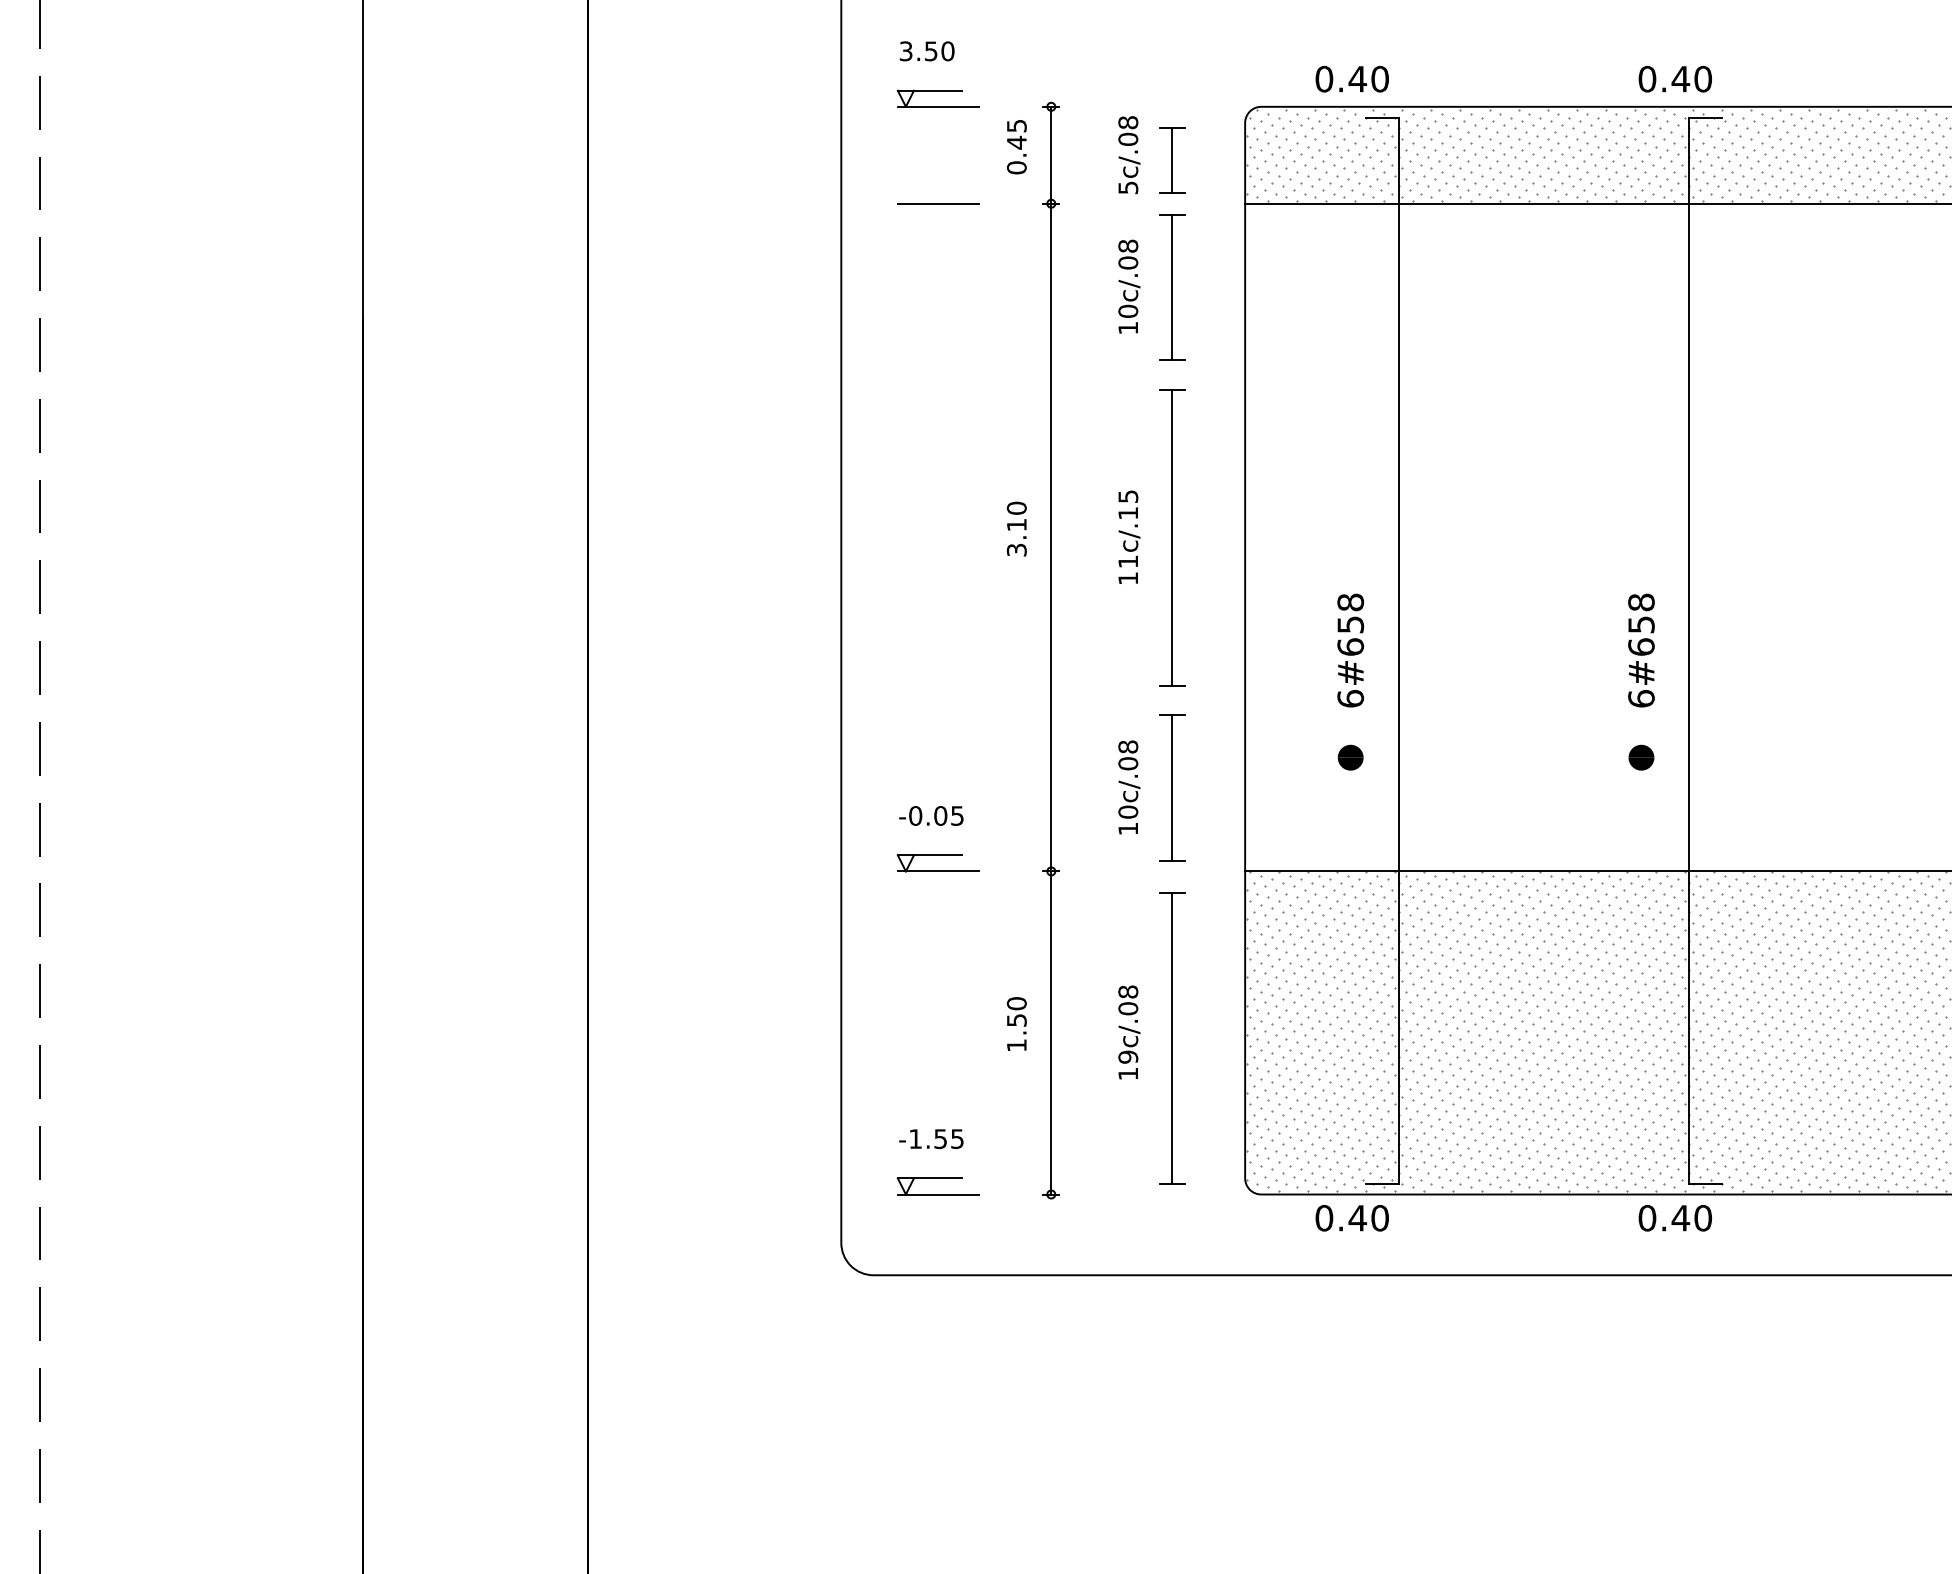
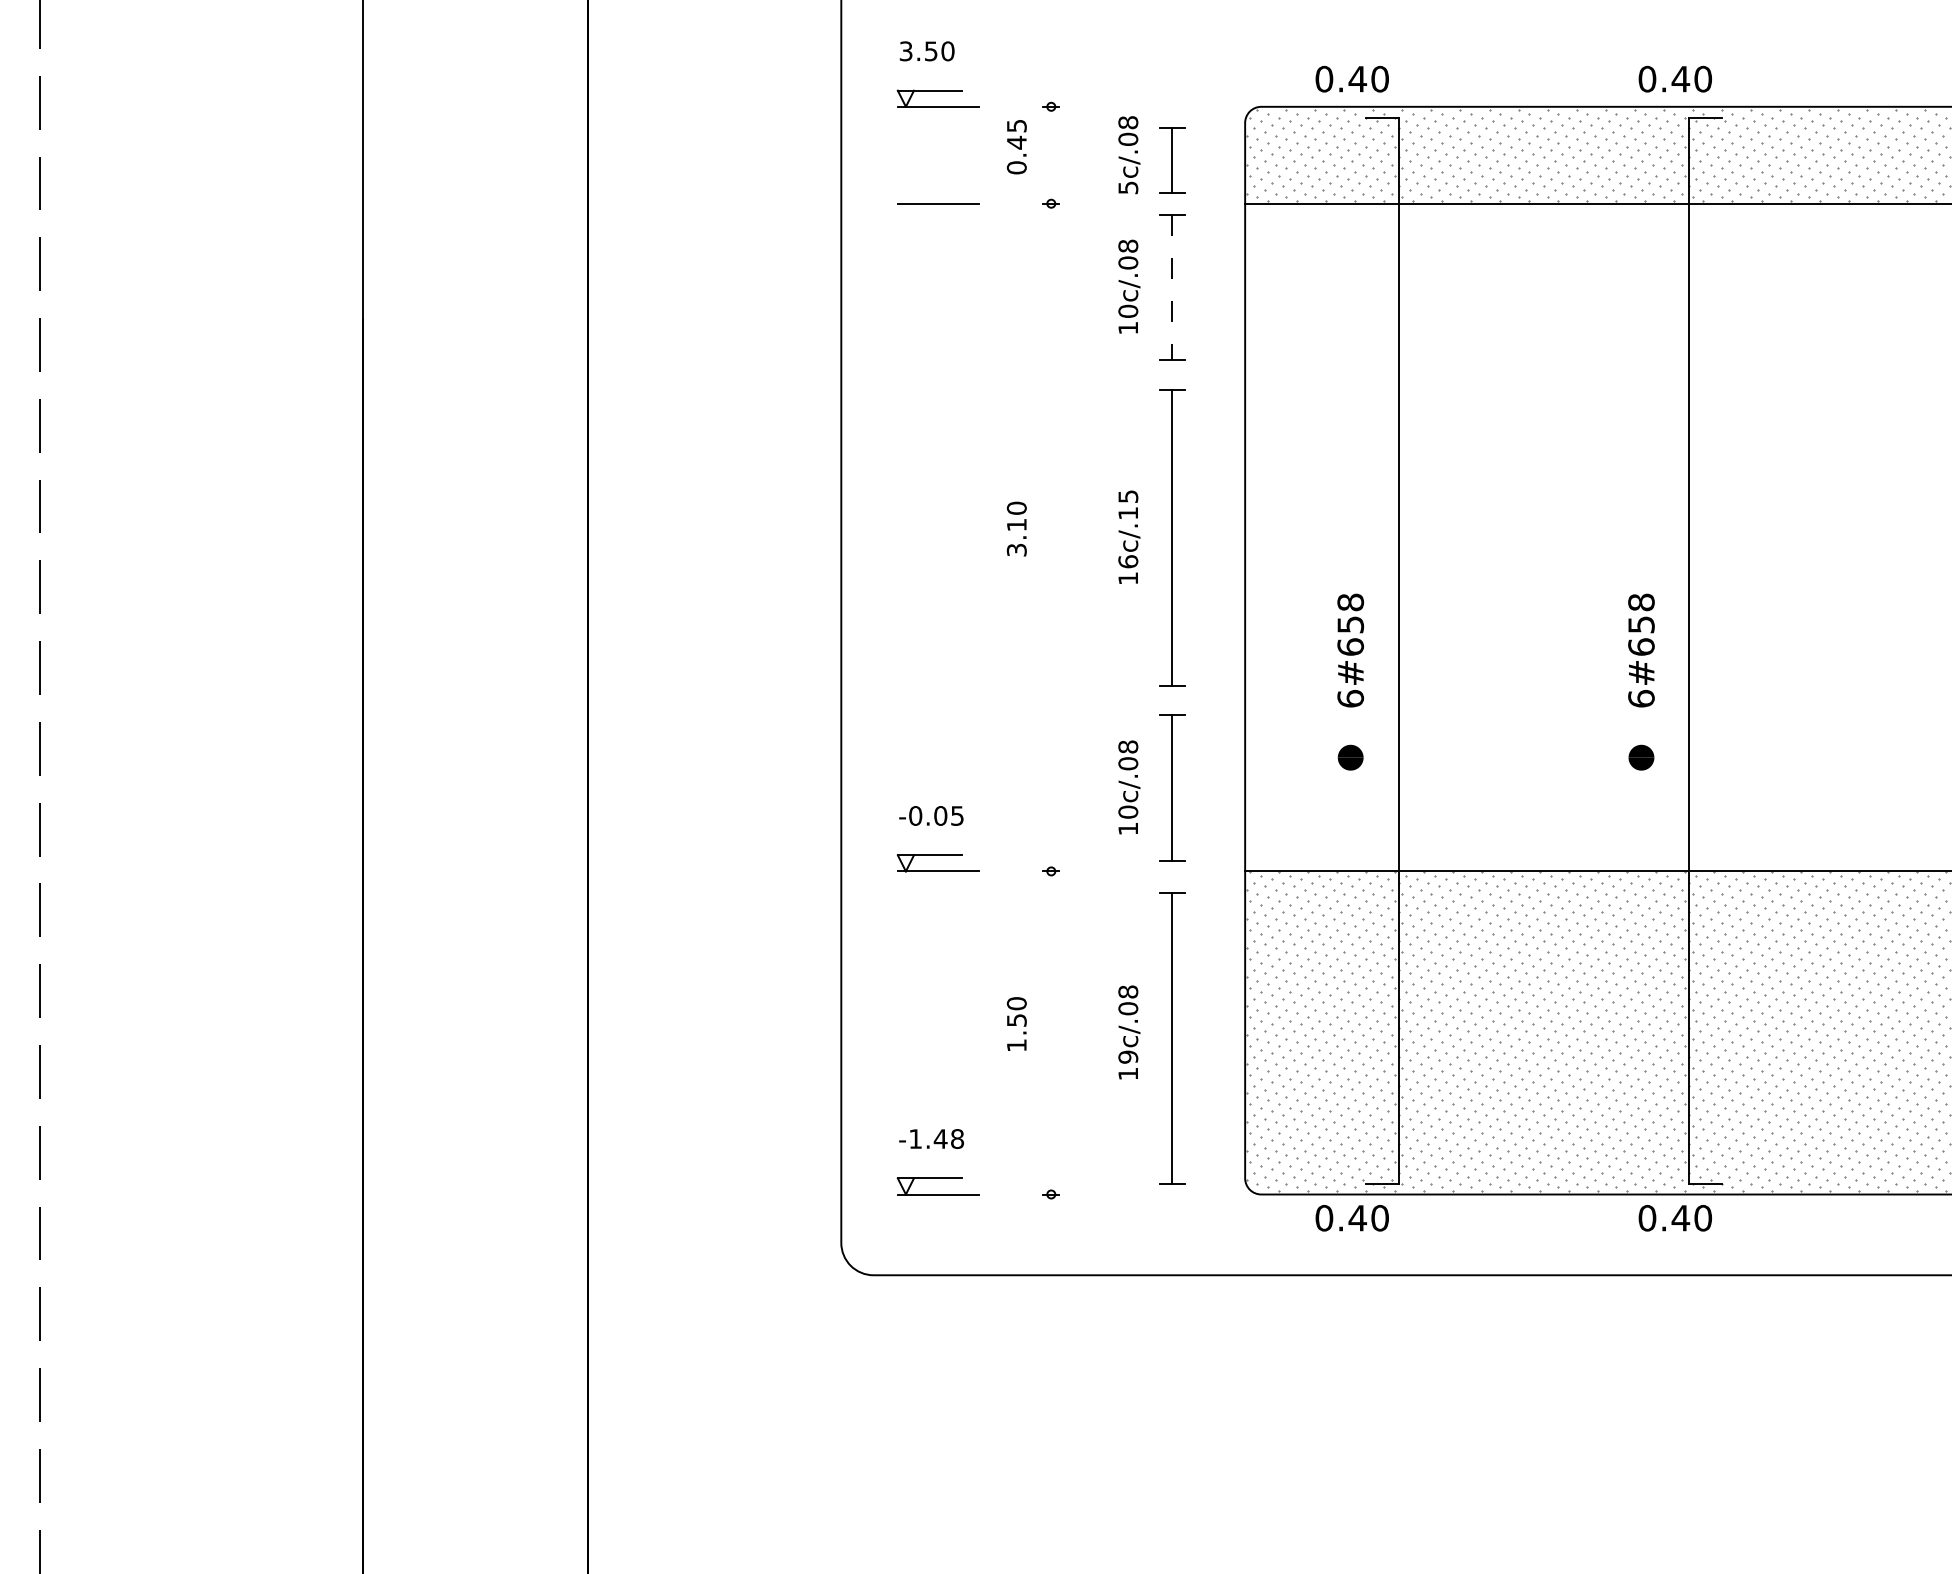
line at (1172, 287): solid -> dashed
text at (1128, 561): 11c/.15 -> 16c/.15
line at (1051, 650): present -> none
text at (948, 1139): -1.55 -> -1.48
